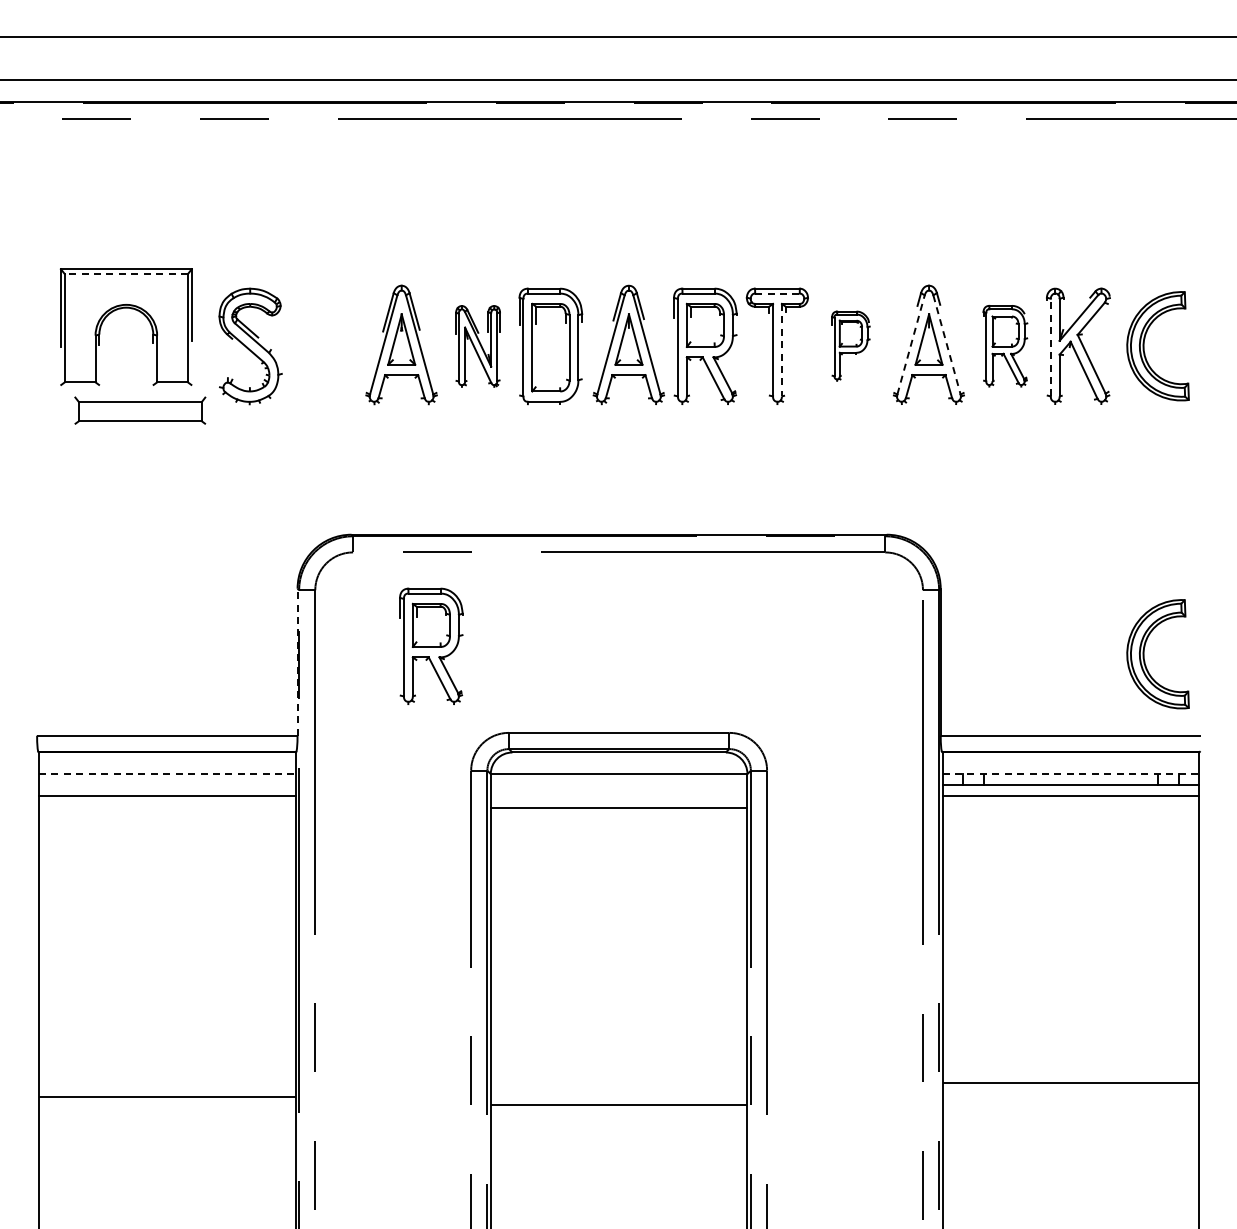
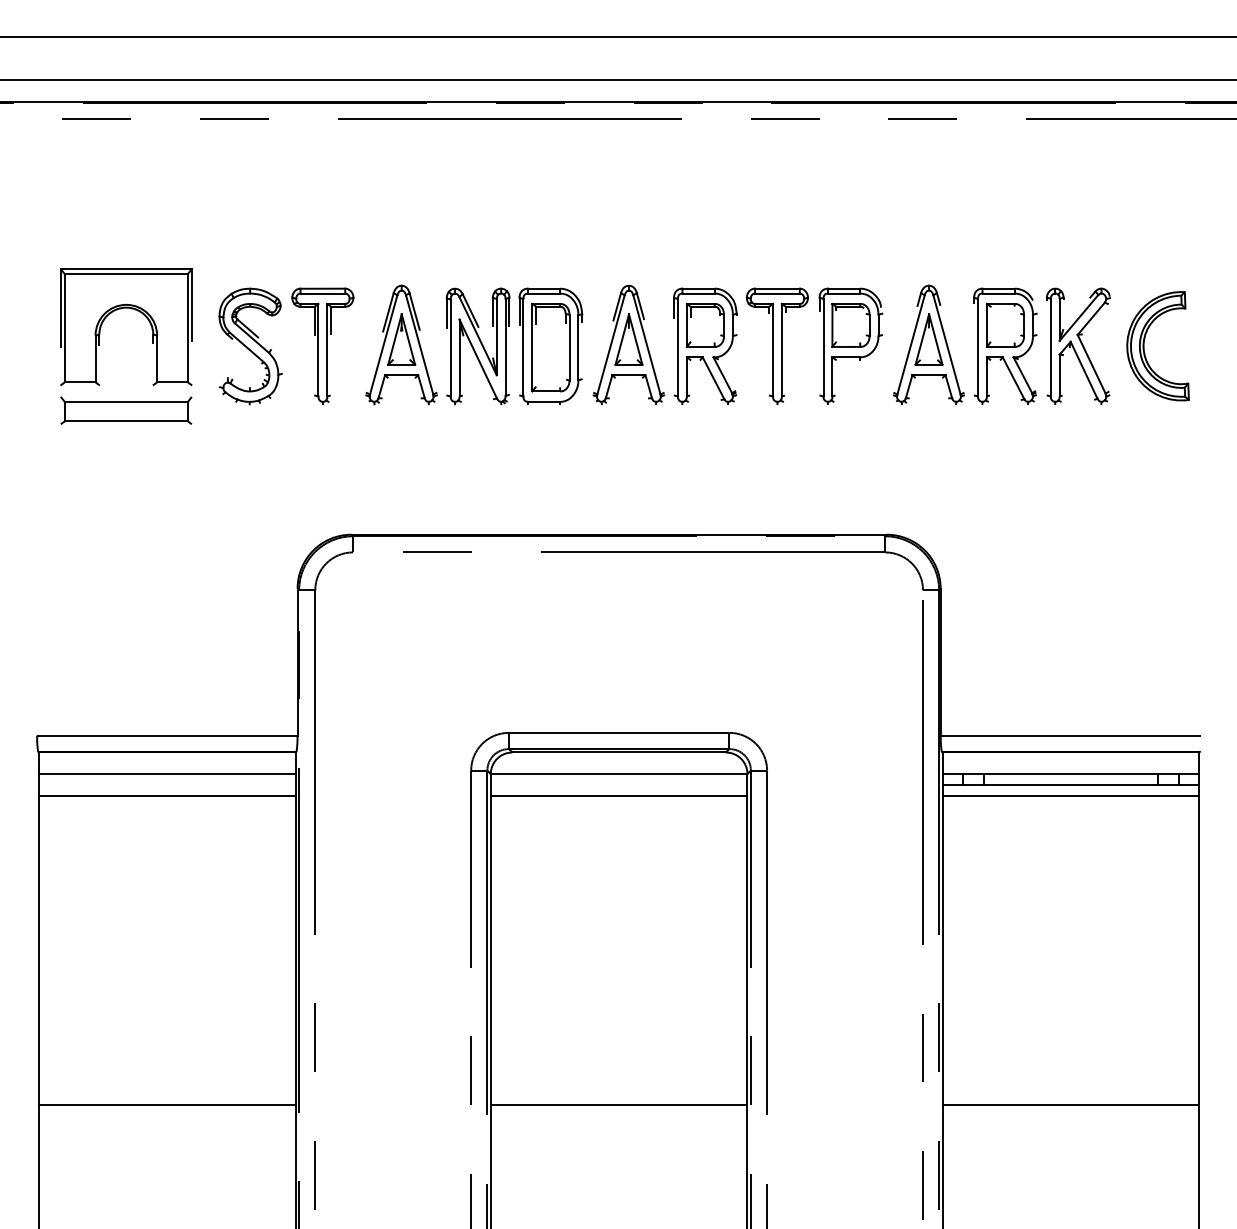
line at (126, 274): dashed -> solid
line at (777, 293): dashed -> solid
line at (911, 344): dashed -> solid
part at (322, 345): none -> present
part at (850, 345) size: 40x72 px -> 66x118 px
line at (947, 345): dashed -> solid
part at (477, 346) size: 46x83 px -> 66x119 px
part at (1005, 346) size: 47x83 px -> 65x118 px
line at (1050, 347): dashed -> solid
line at (781, 350): dashed -> solid
part at (140, 410) position: (140, 410) -> (126, 410)
part at (431, 645): present -> none
part at (1144, 654): present -> none
line at (297, 662): dashed -> solid
line at (167, 774): dashed -> solid
line at (1071, 774): dashed -> solid
line at (618, 807) position: (618, 807) -> (618, 795)
line at (1070, 1082) position: (1070, 1082) -> (1070, 1104)
line at (167, 1096) position: (167, 1096) -> (167, 1104)
